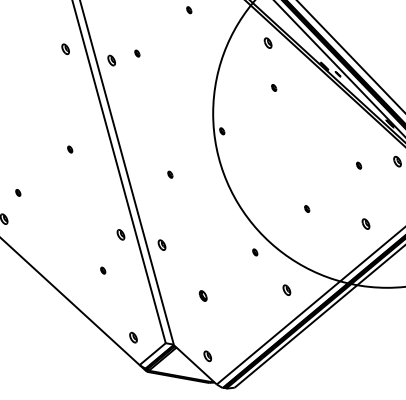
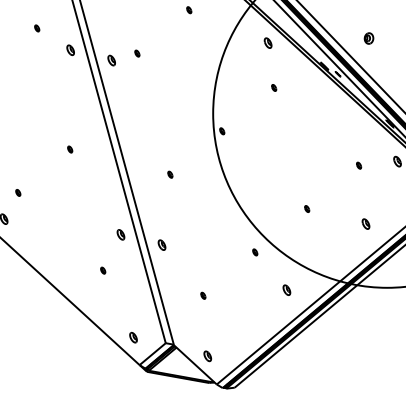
part at (37, 28): none -> present
part at (368, 38): none -> present
part at (65, 49) position: (65, 49) -> (70, 50)
part at (202, 295) size: 10x12 px -> 7x9 px
